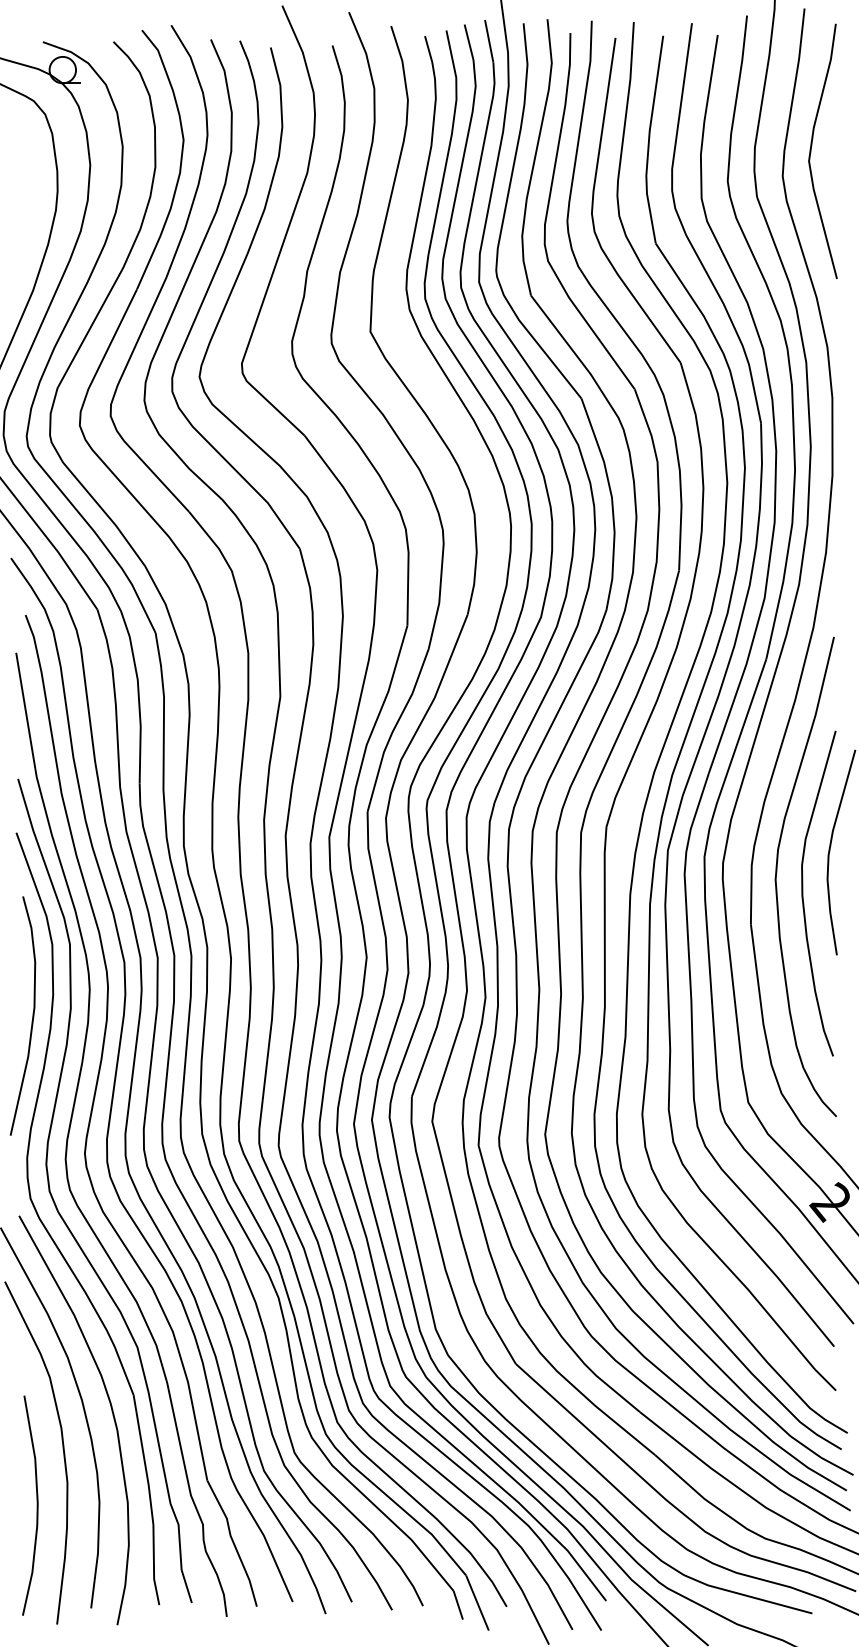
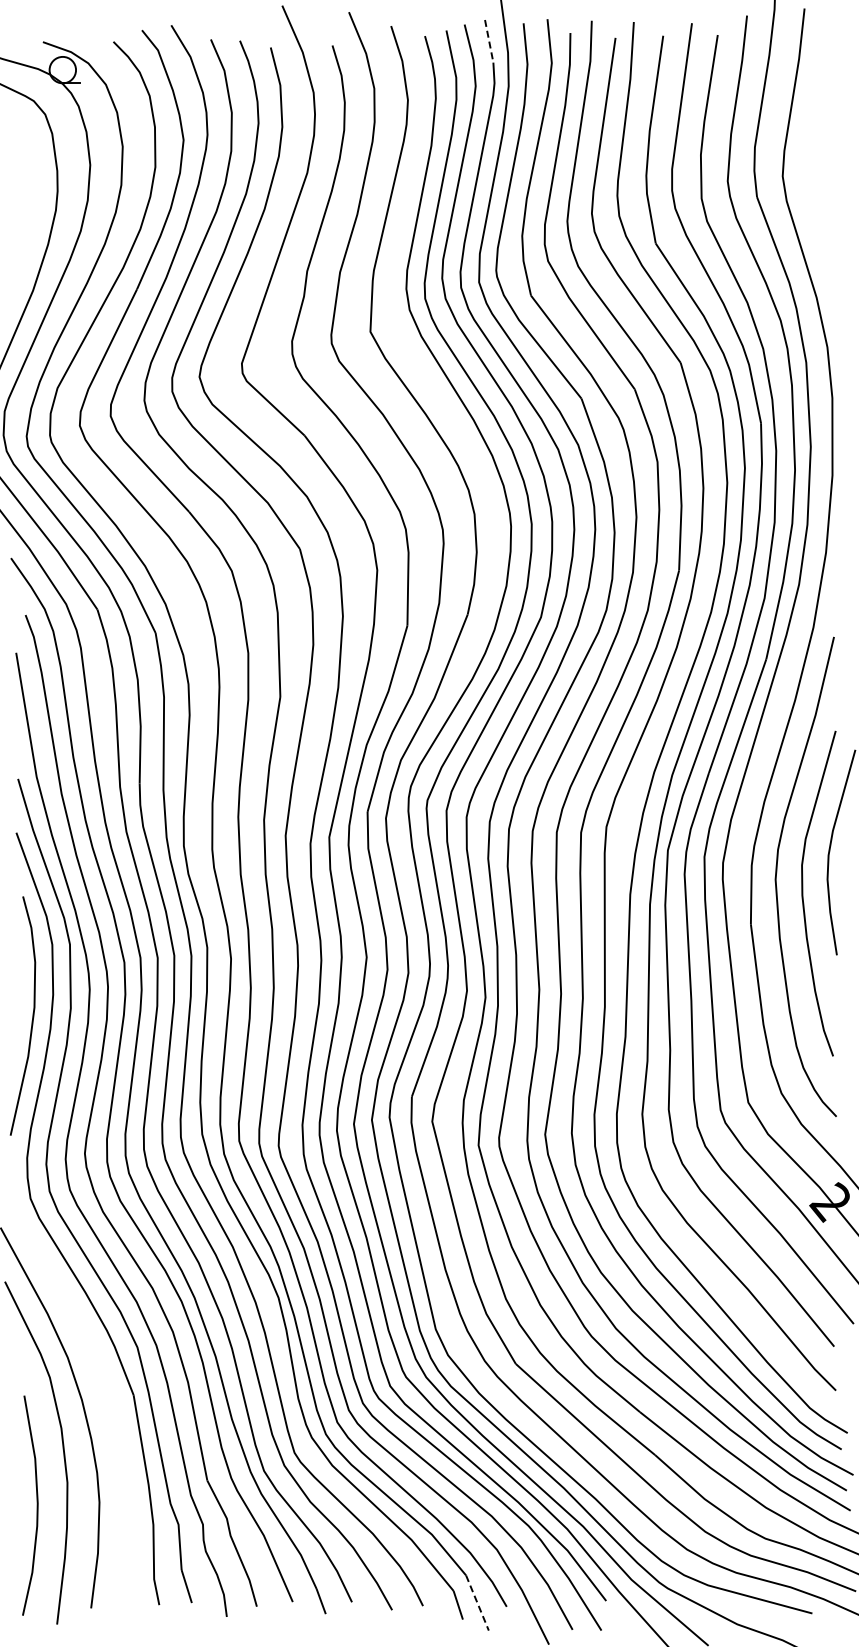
line at (489, 41): solid -> dashed
curve at (811, 151): present -> none
curve at (111, 1411): present -> none
line at (477, 1603): solid -> dashed
